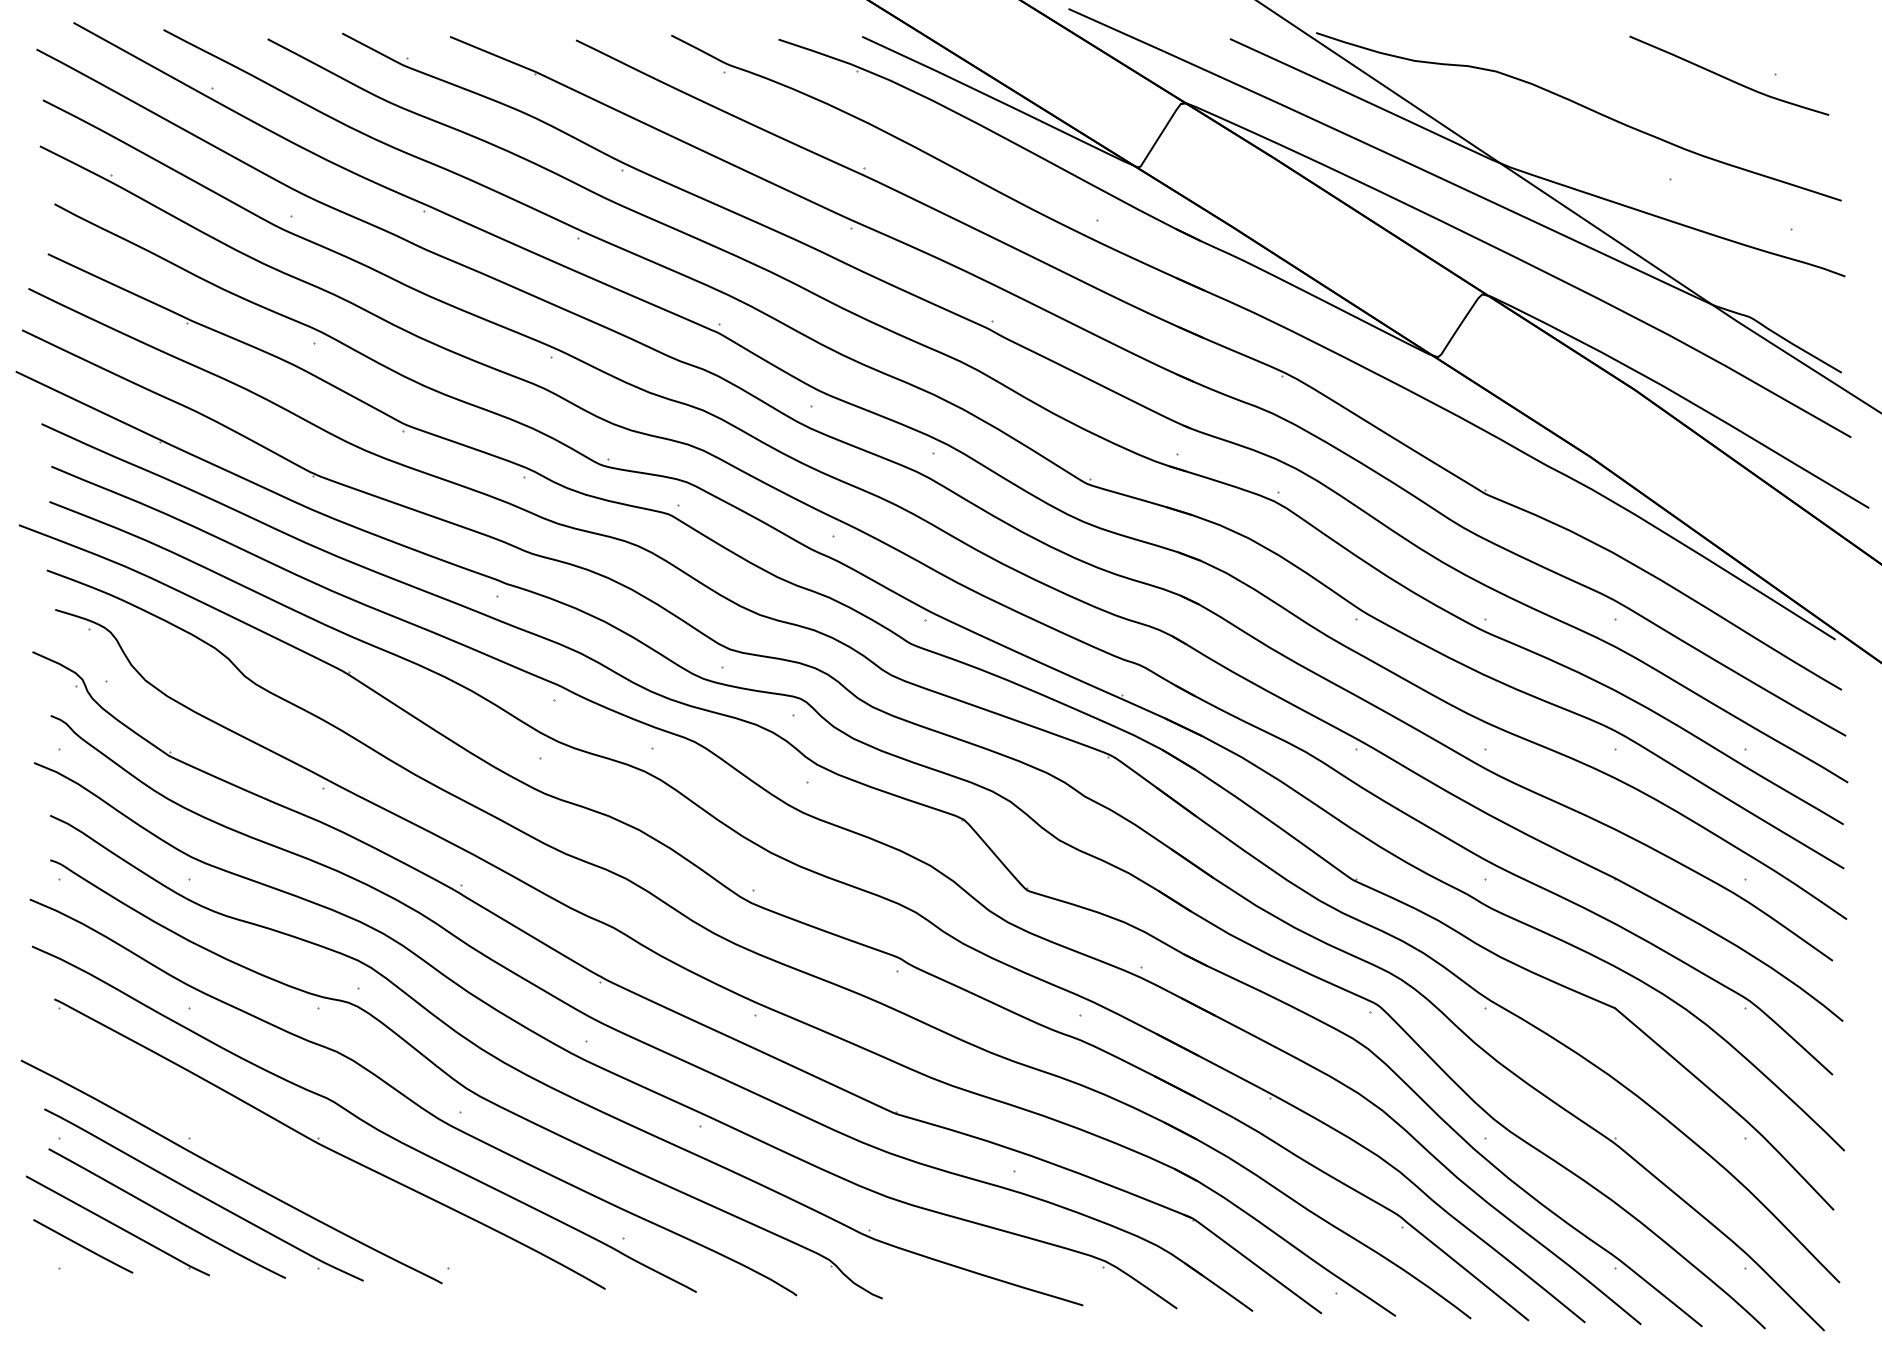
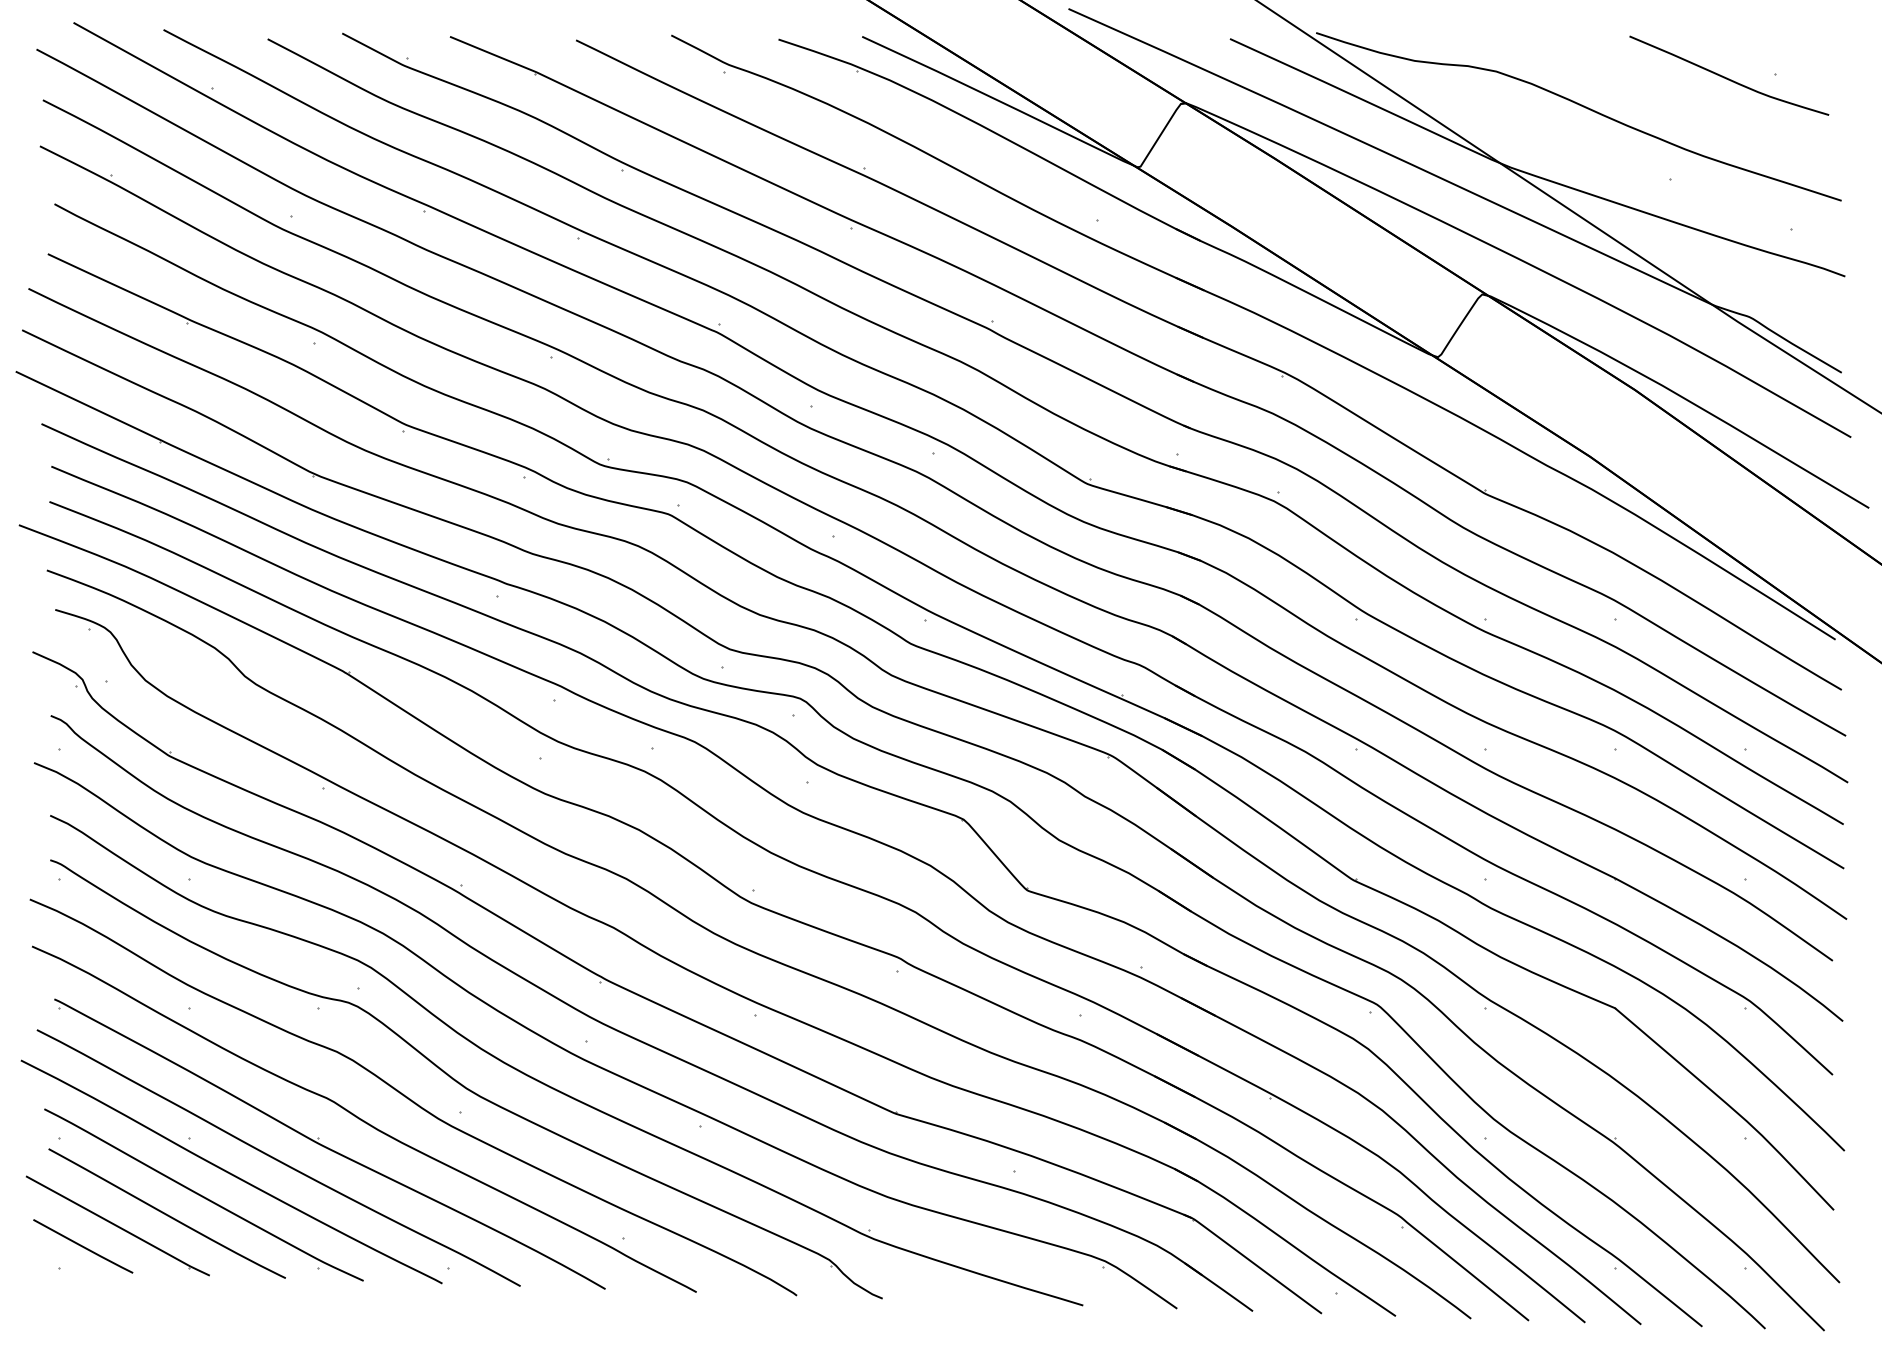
curve at (278, 1159): none -> present
